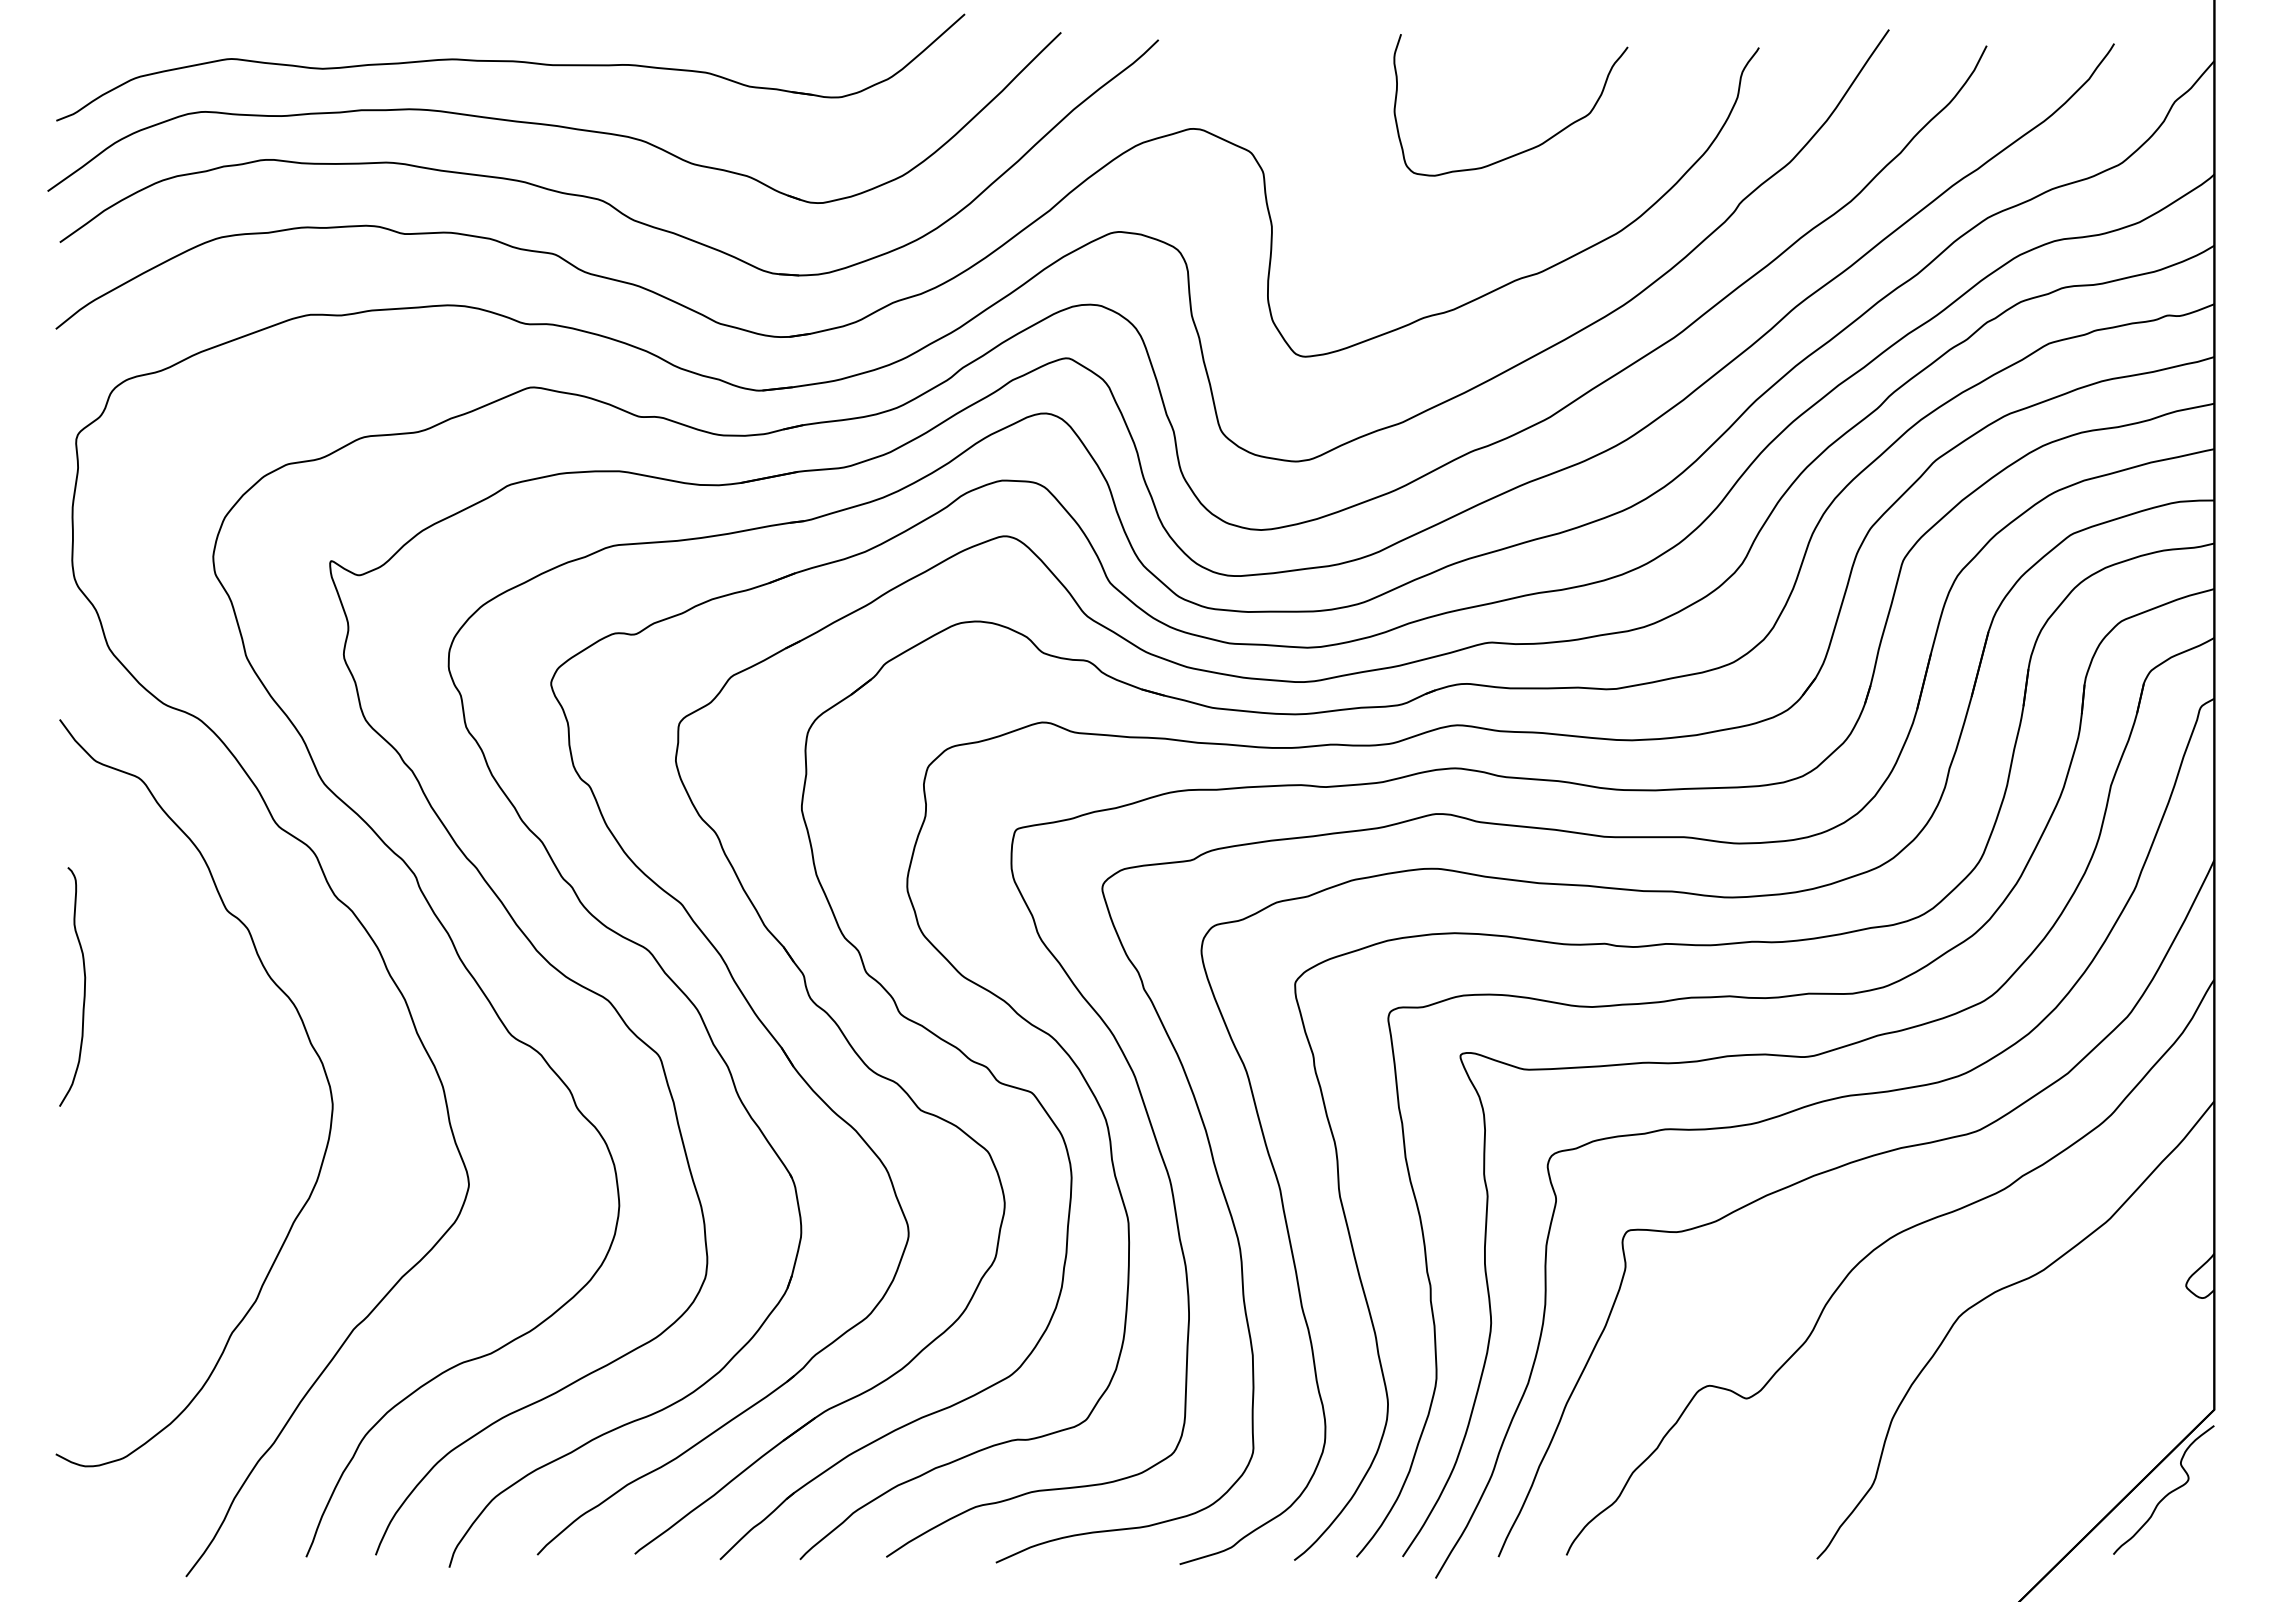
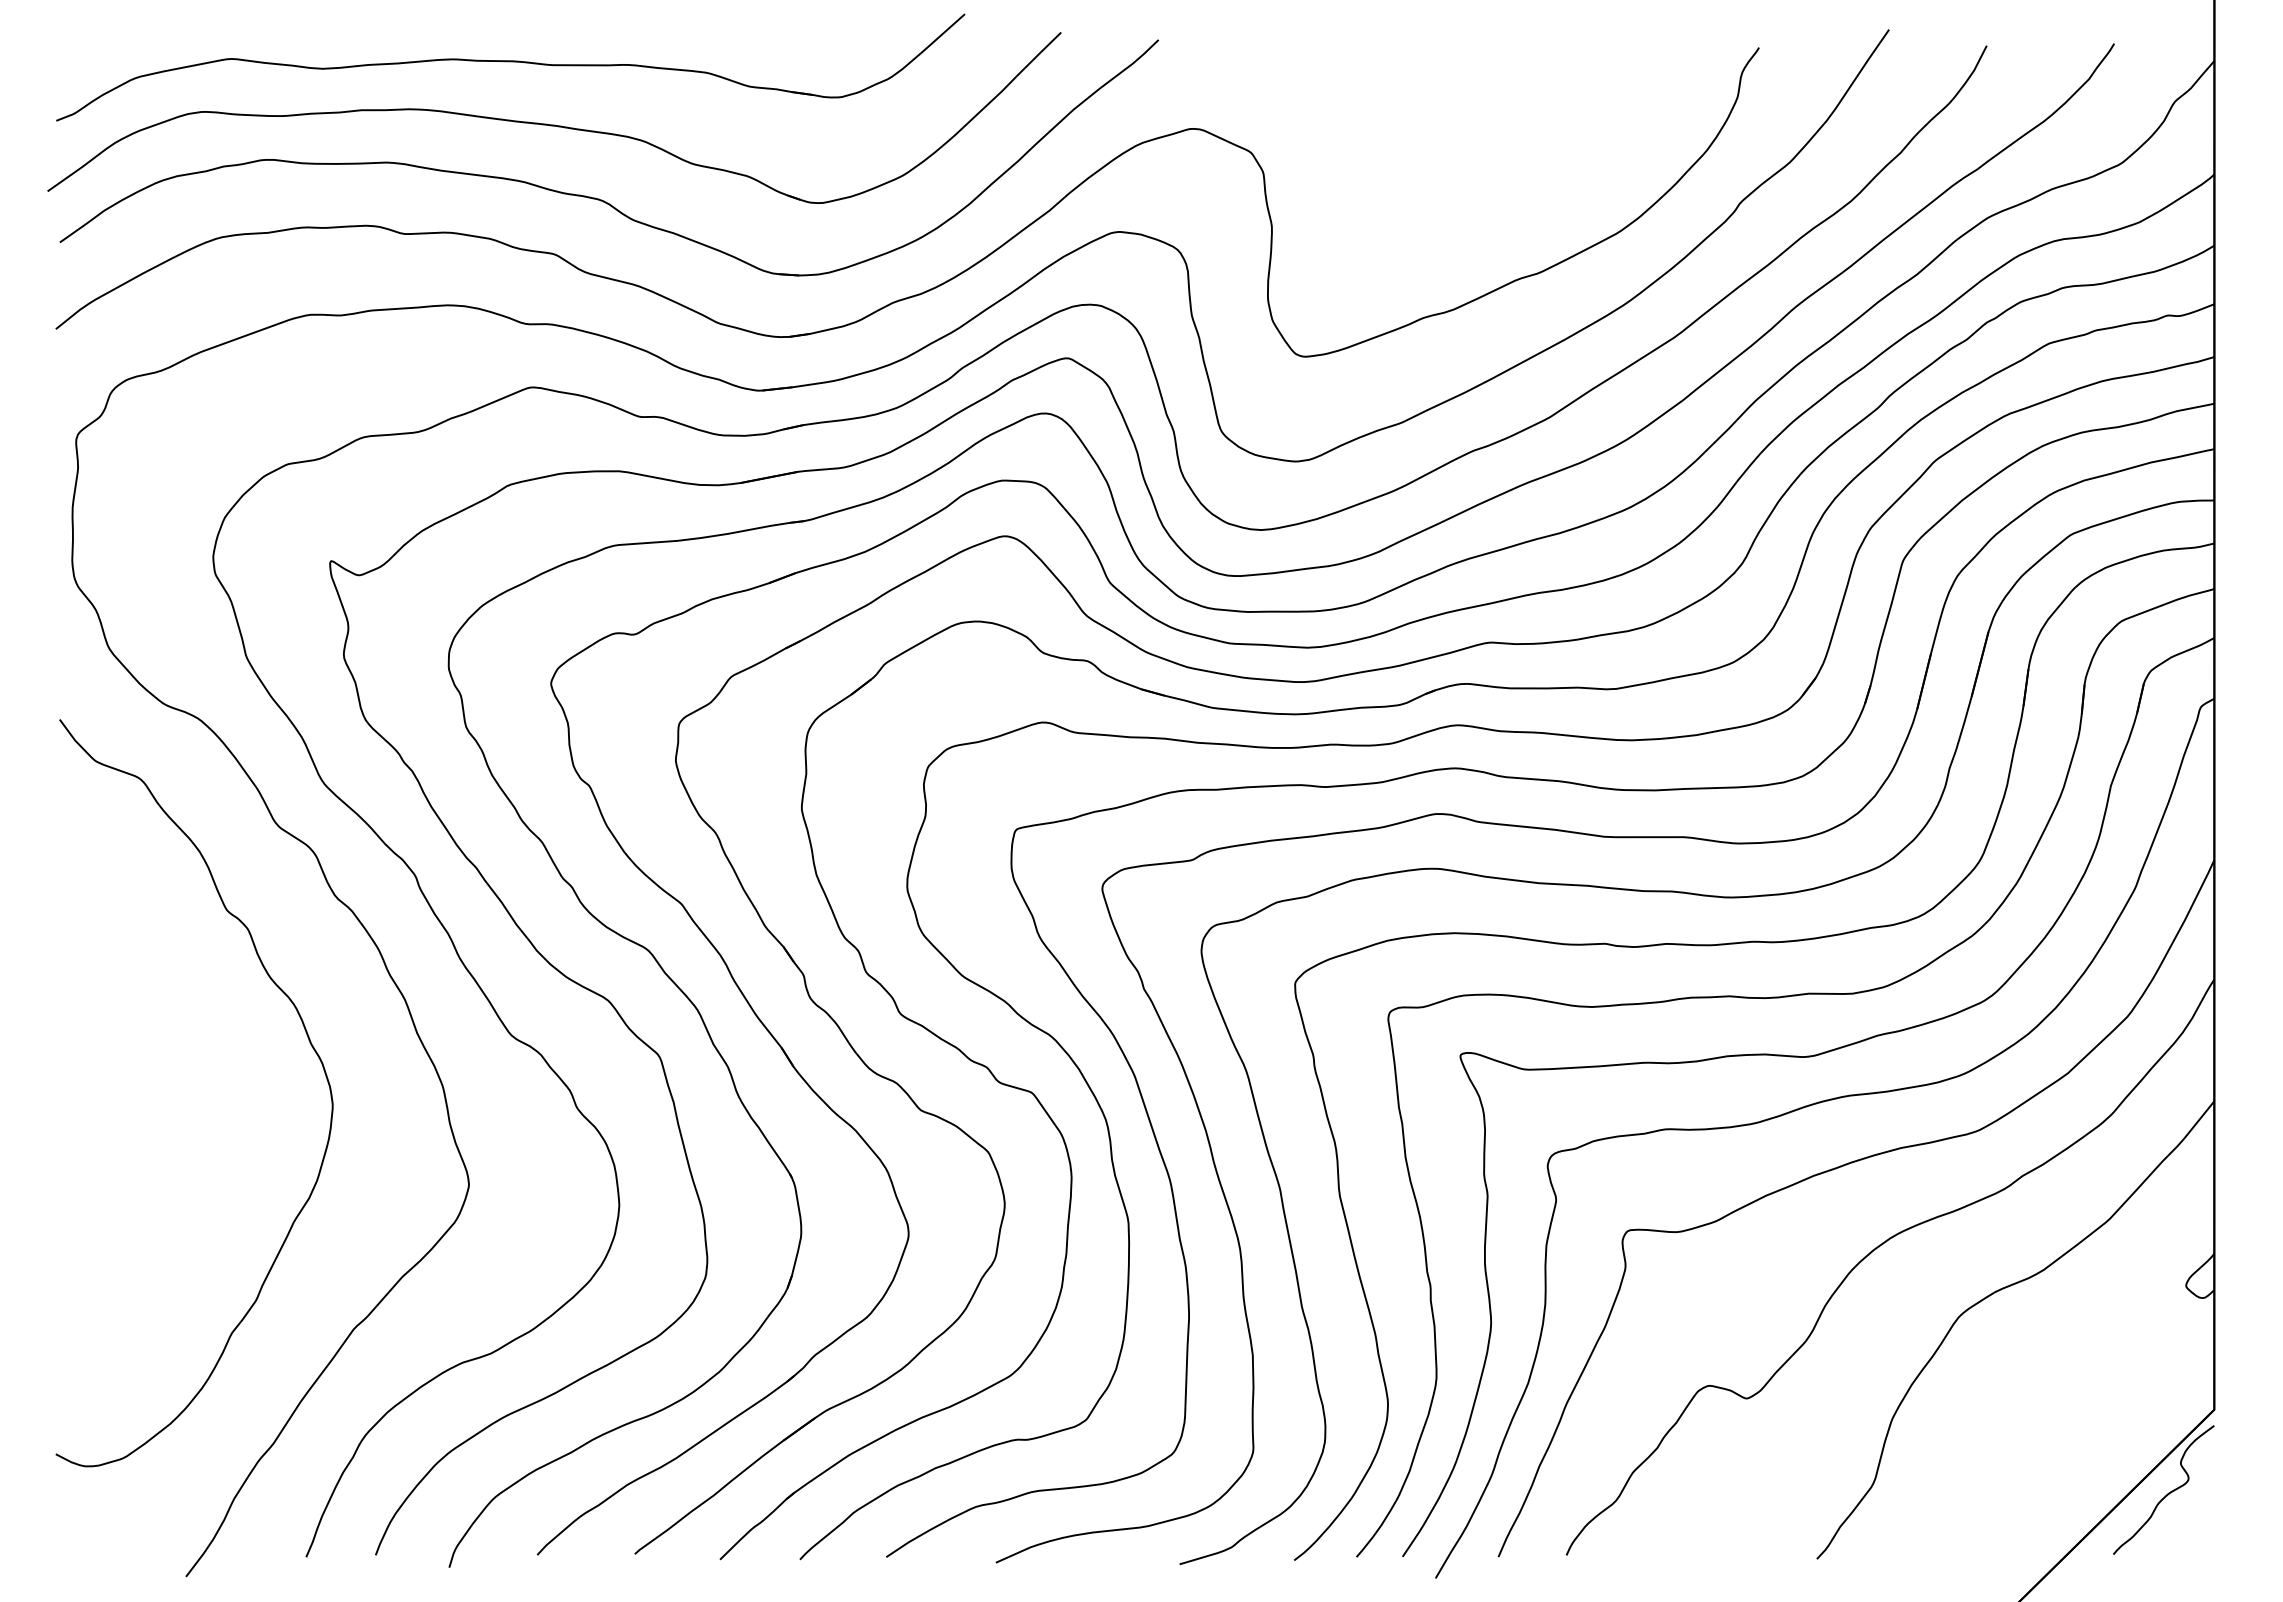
curve at (1526, 149): present -> none
curve at (84, 986): present -> none
